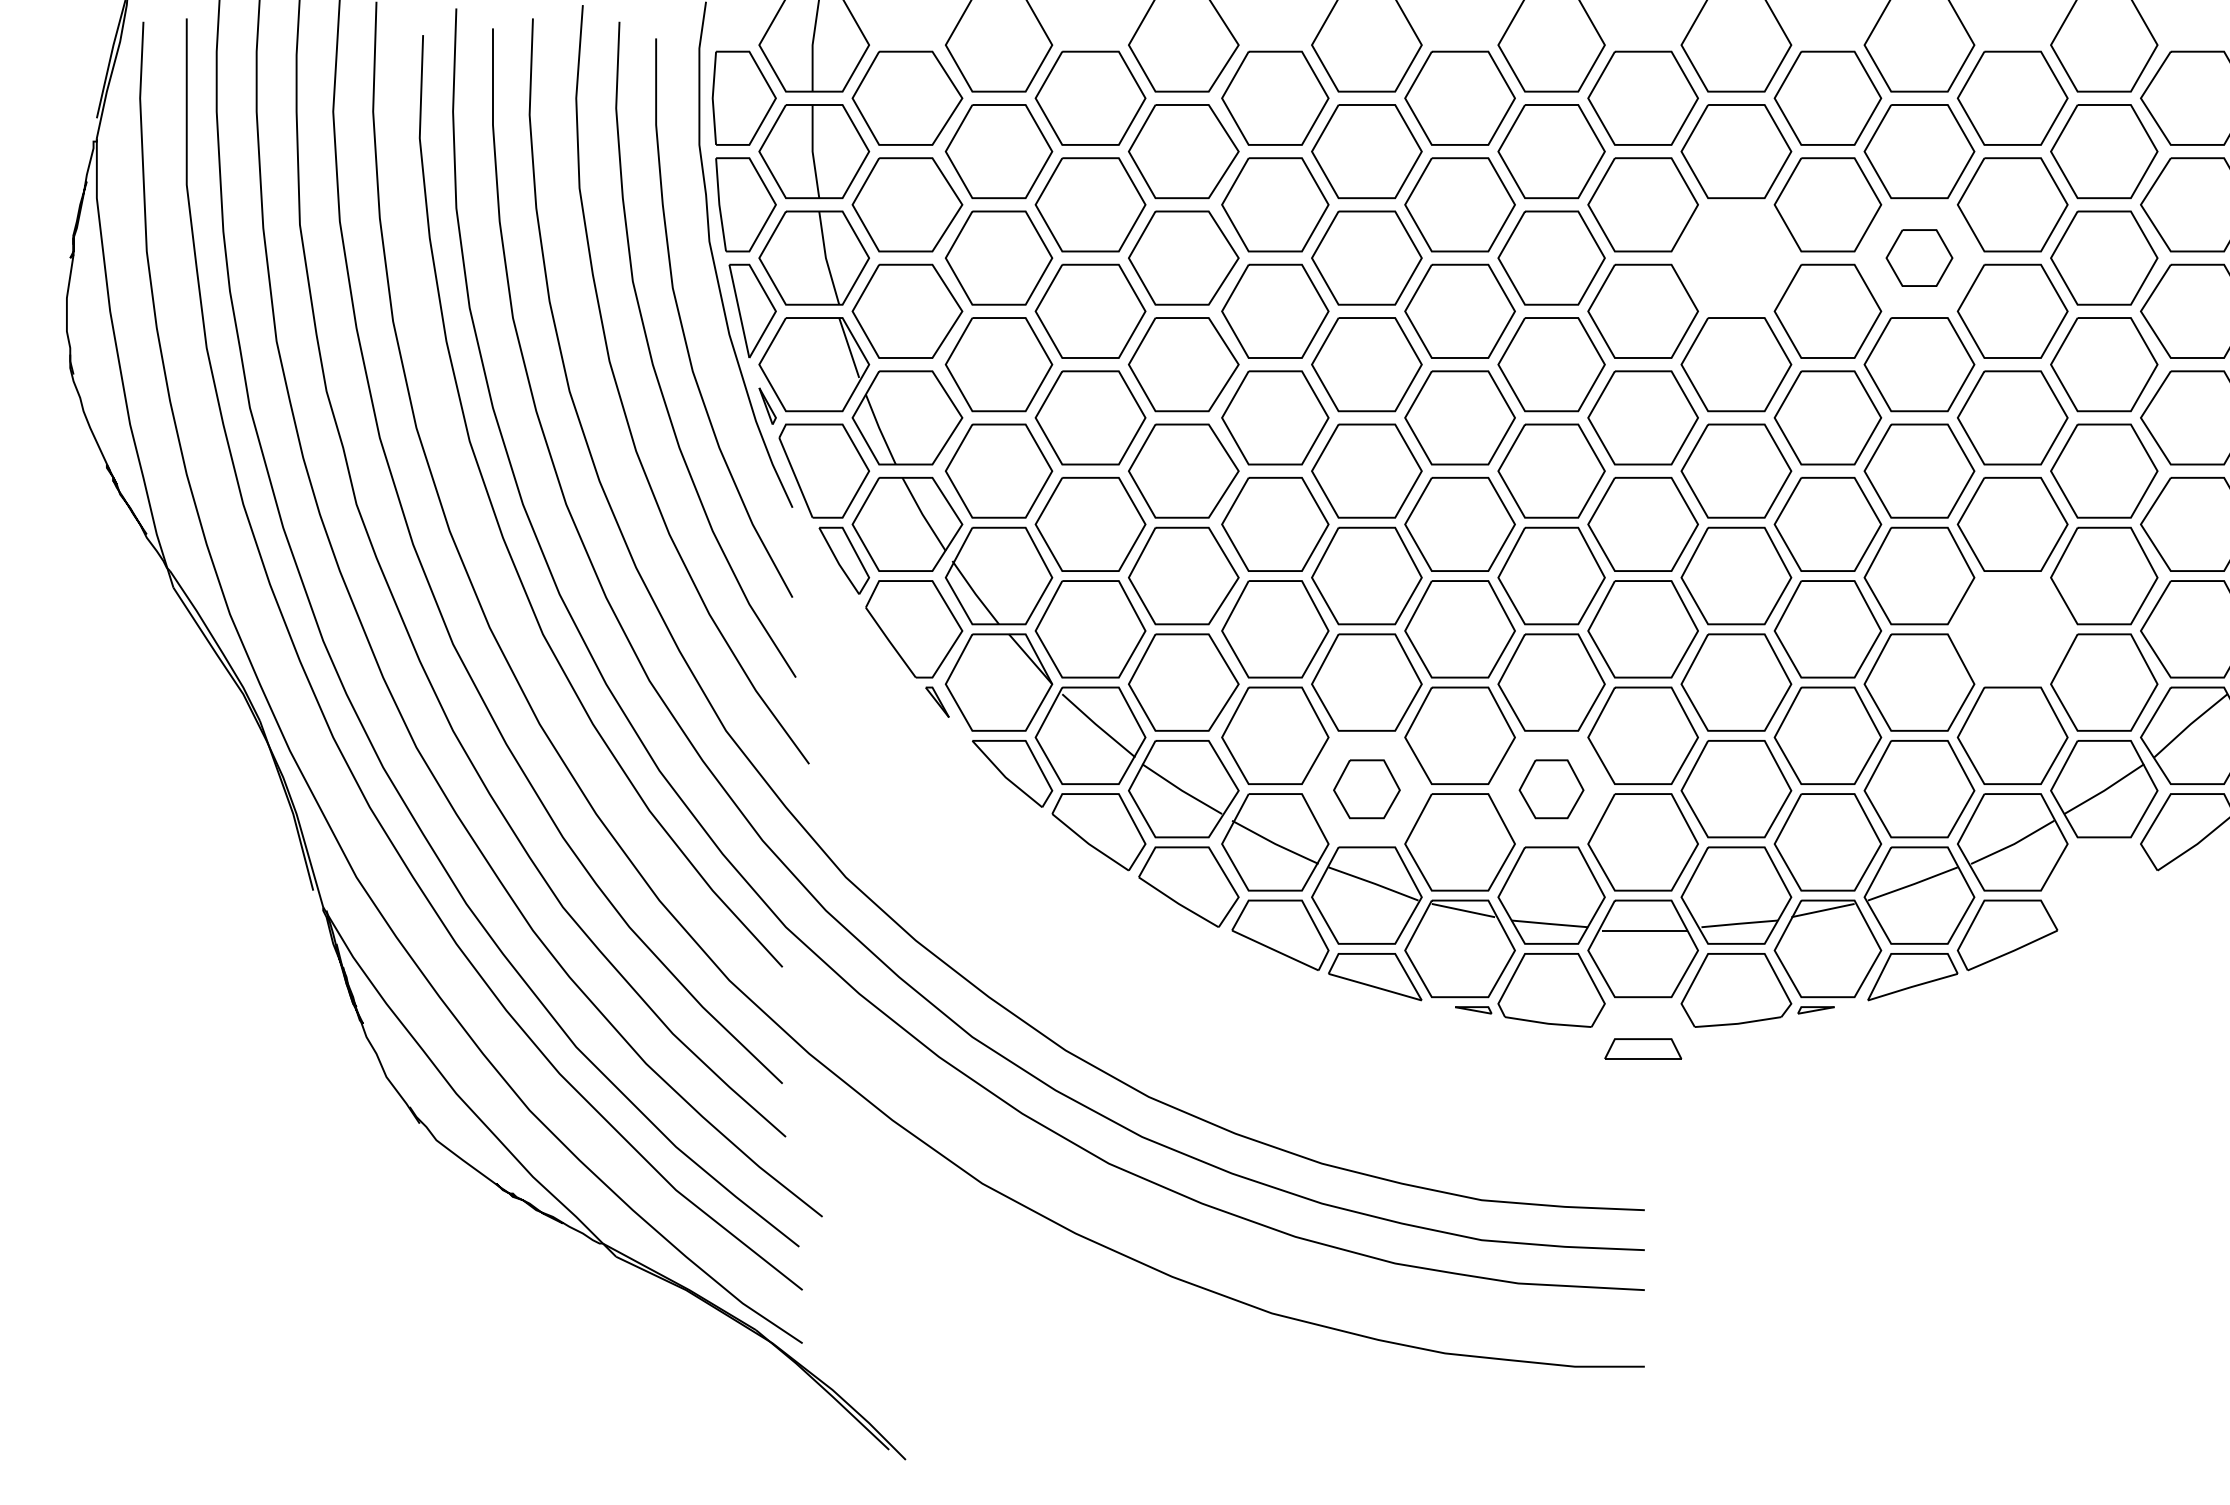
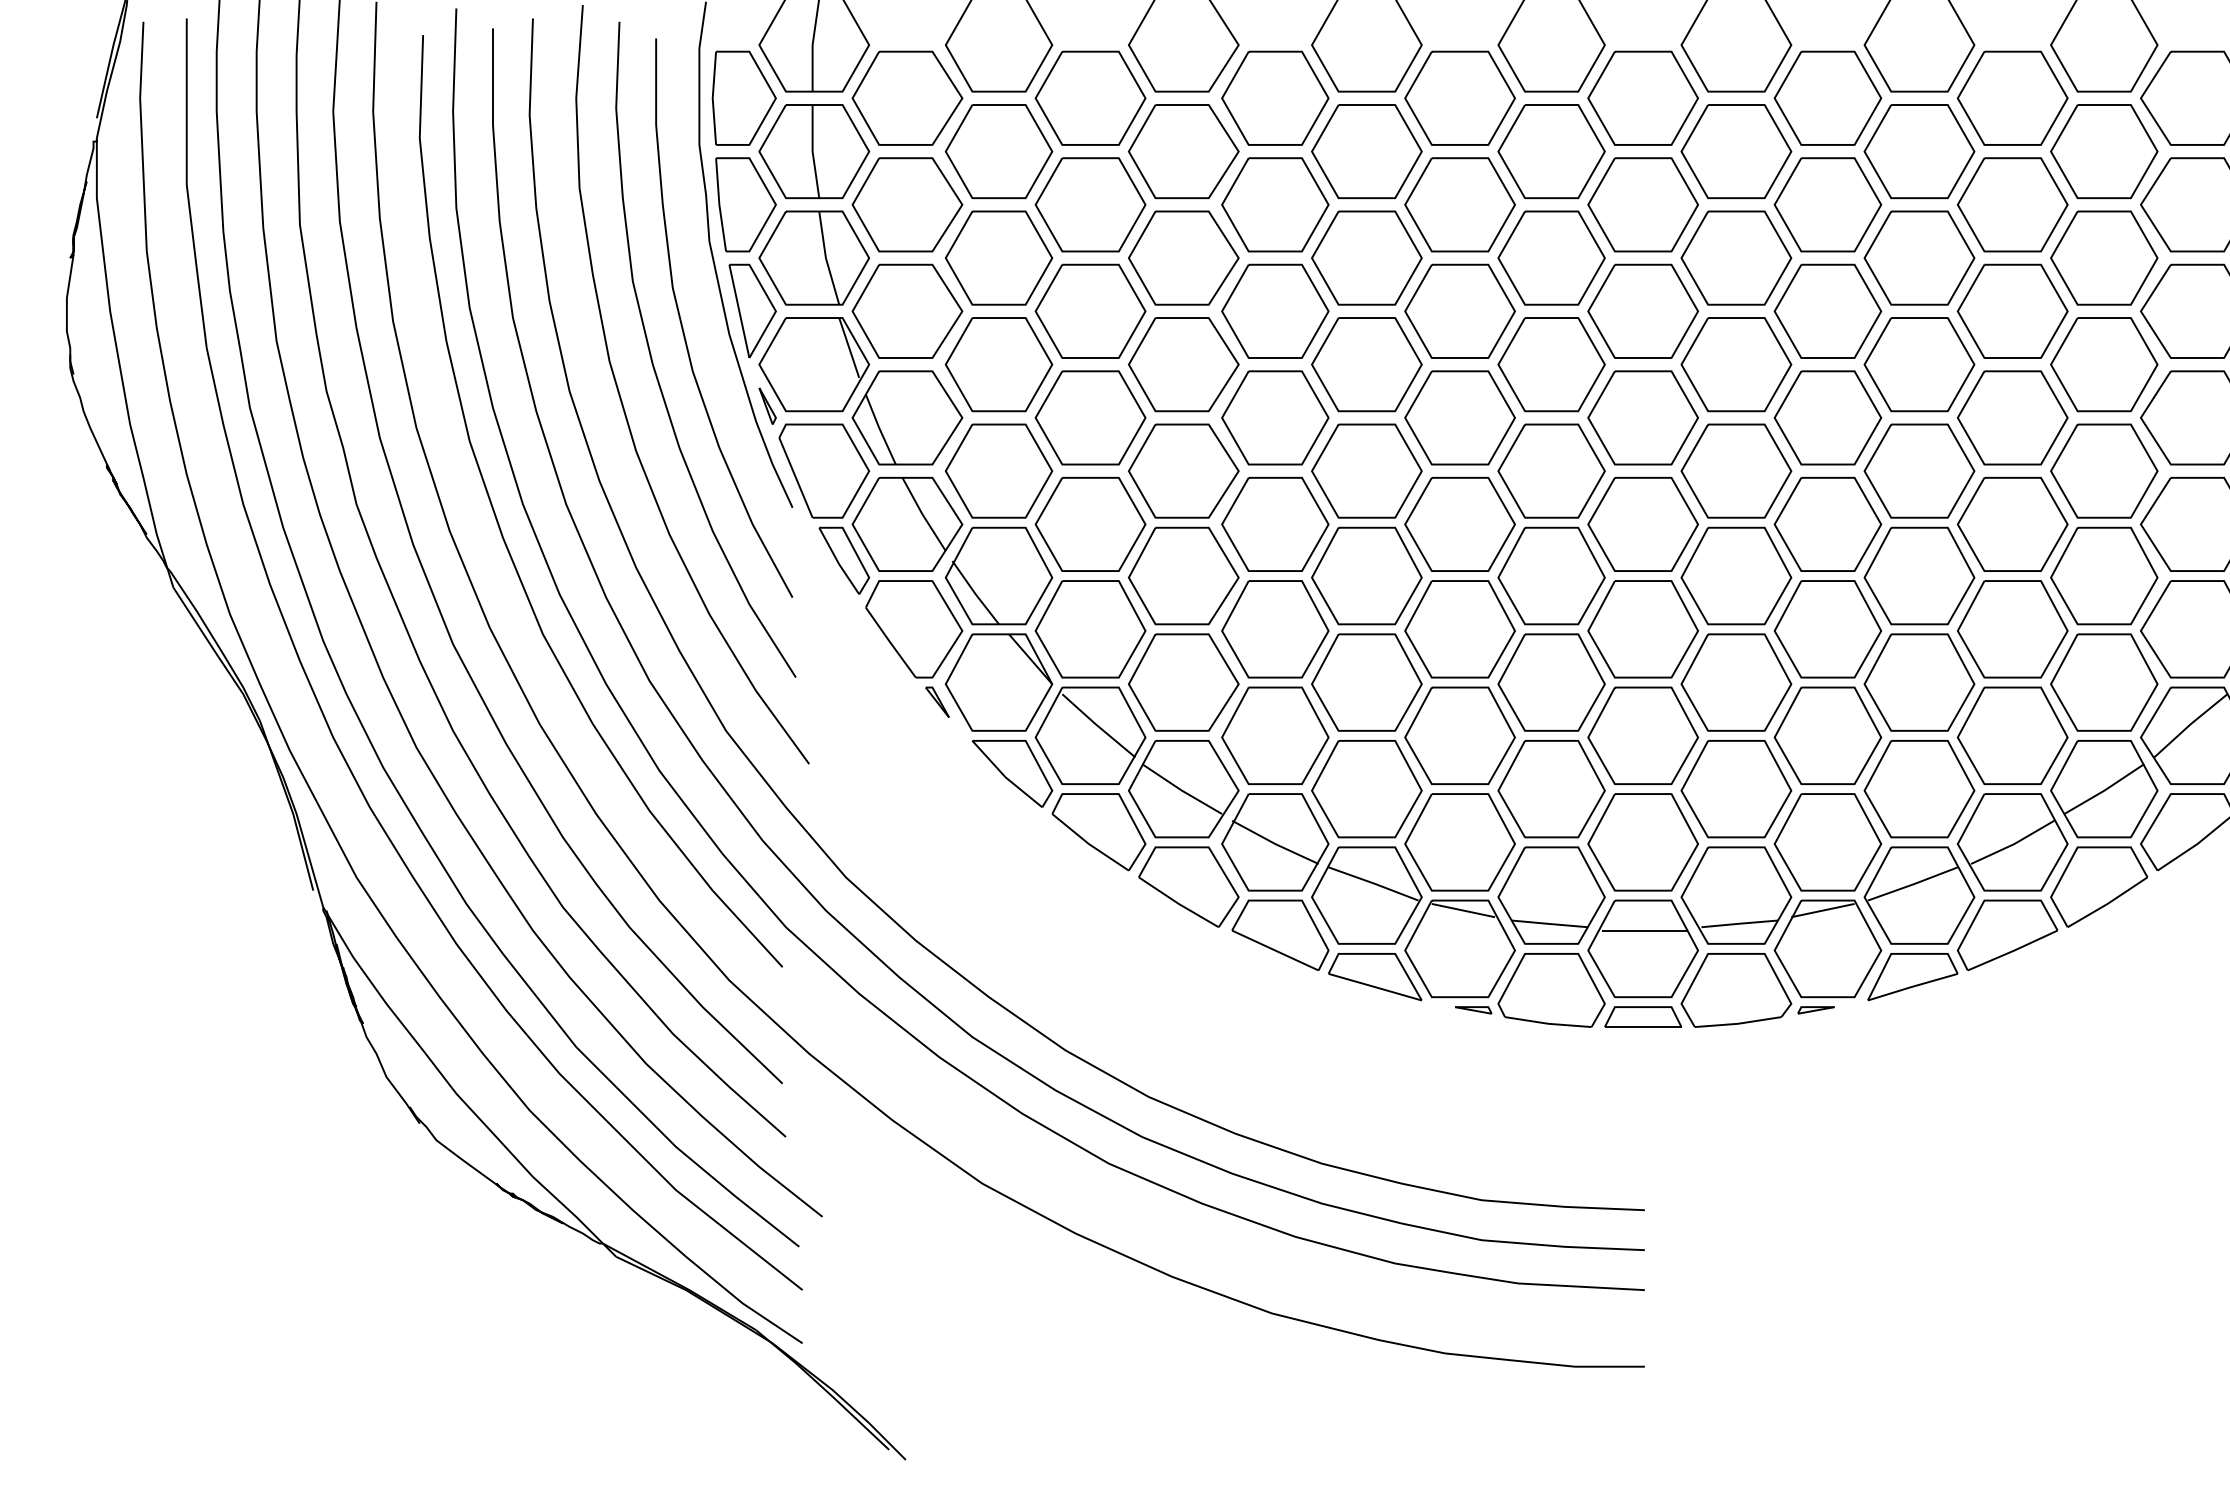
part at (1736, 257): none -> present
part at (1919, 257) size: 69x58 px -> 113x96 px
part at (2012, 629): none -> present
part at (1366, 789) size: 68x61 px -> 112x99 px
part at (1551, 789) size: 67x61 px -> 109x99 px
part at (2099, 886): none -> present
part at (1643, 1048) position: (1643, 1048) -> (1643, 1016)
